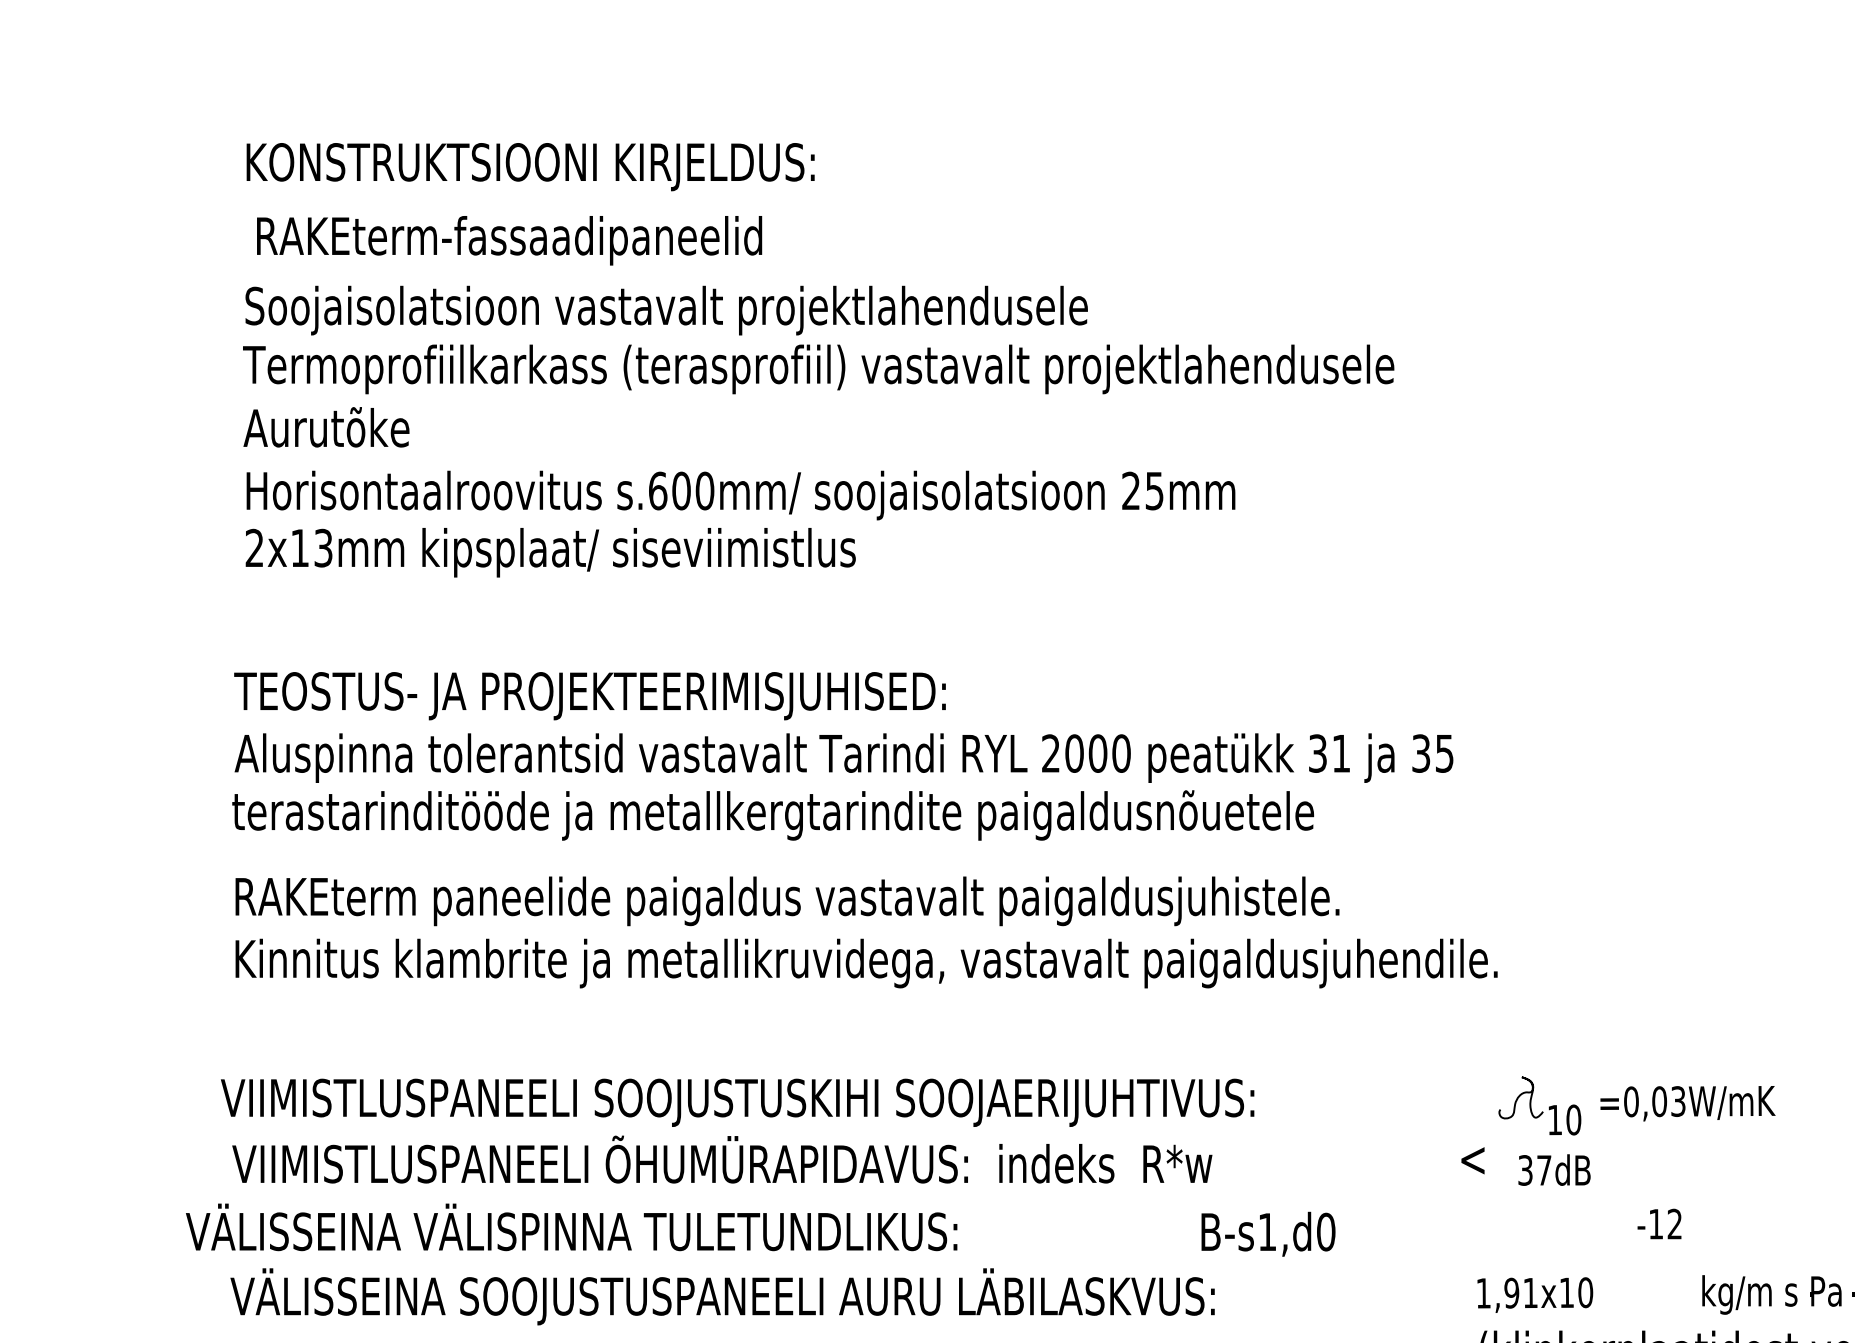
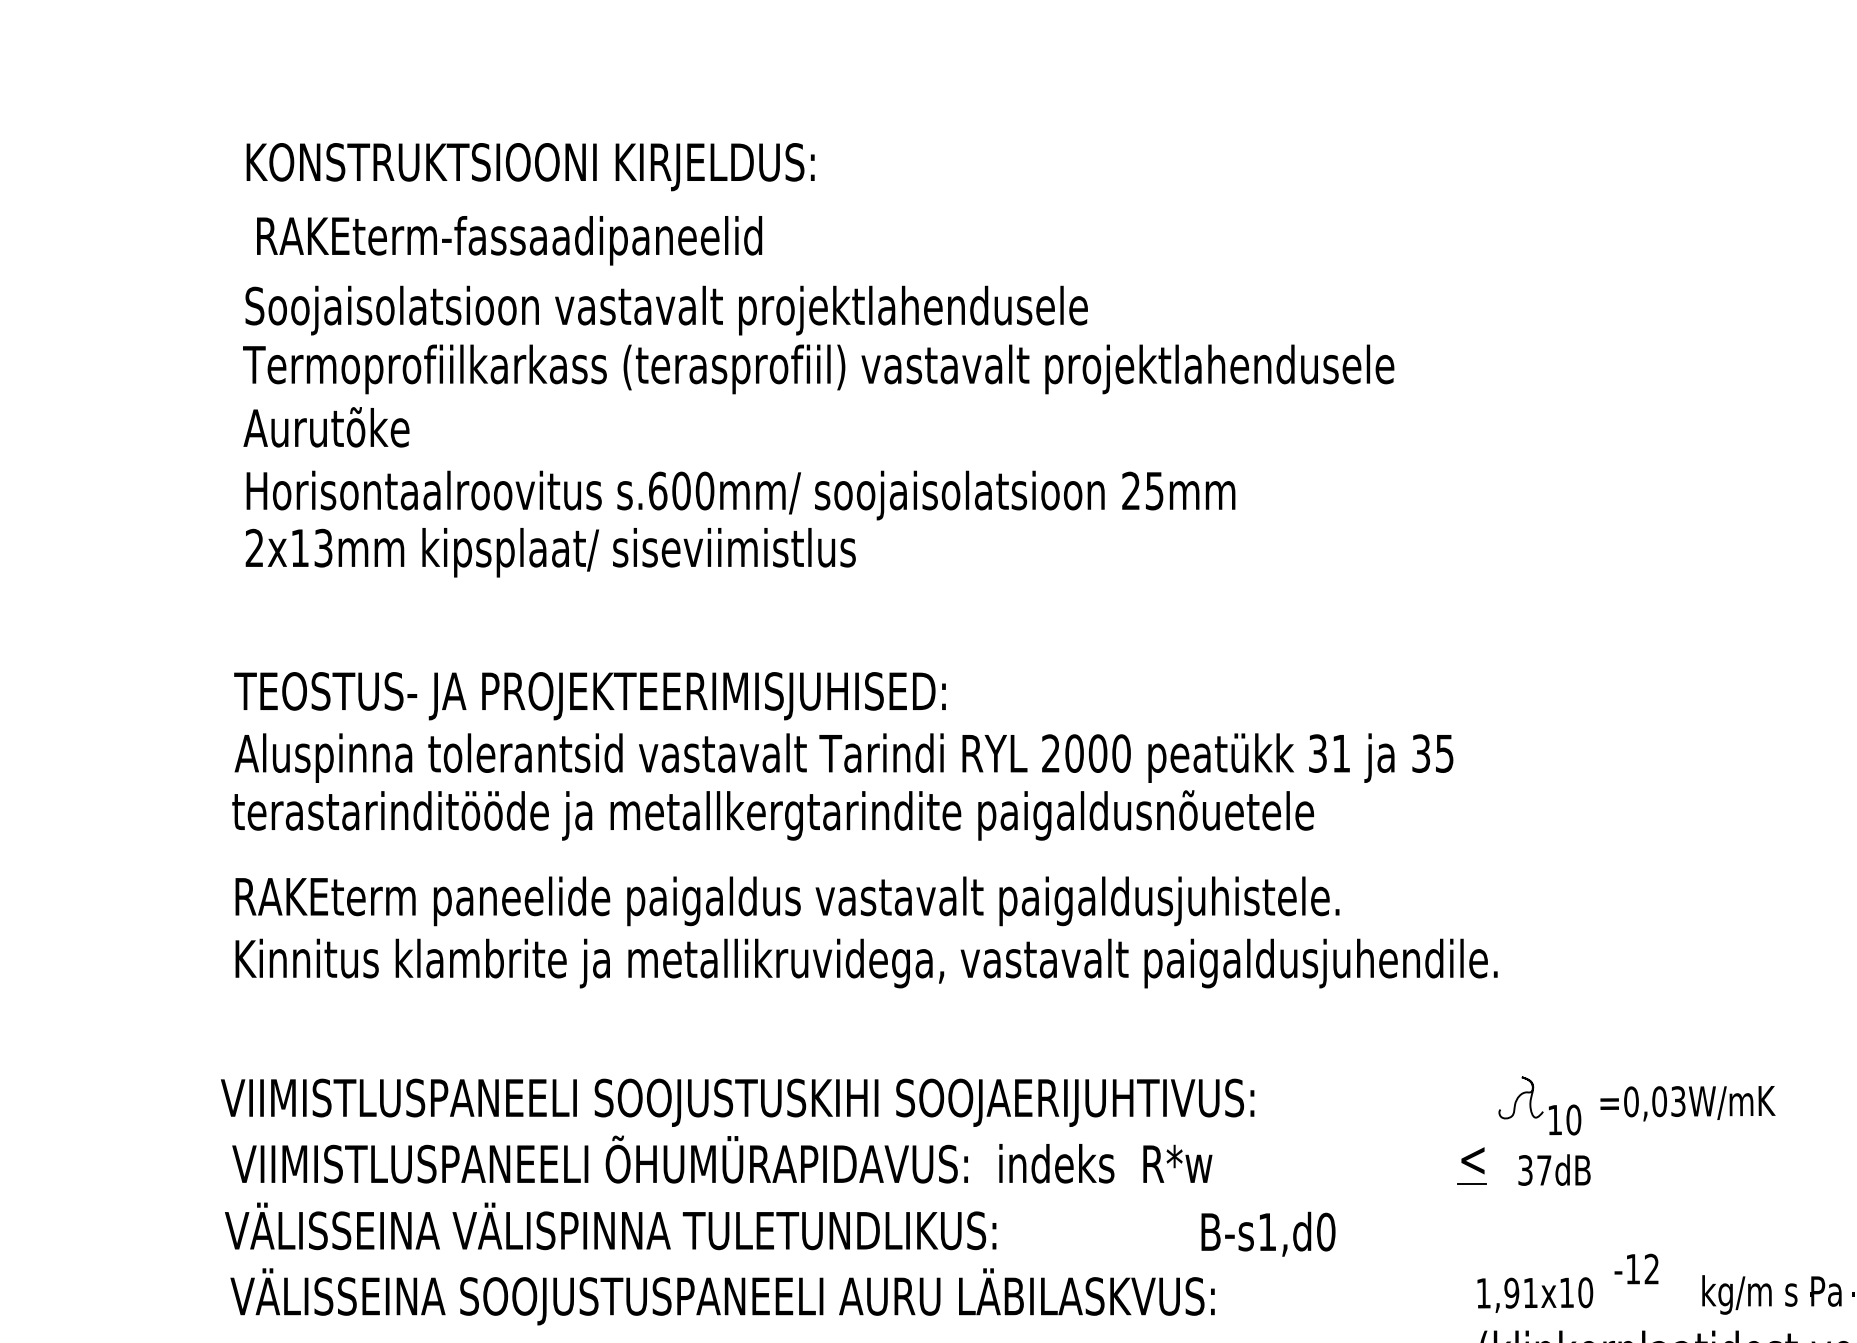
line at (1471, 1184): none -> present
text at (1659, 1223) position: (1659, 1223) -> (1636, 1268)
text at (571, 1227) position: (571, 1227) -> (610, 1226)
